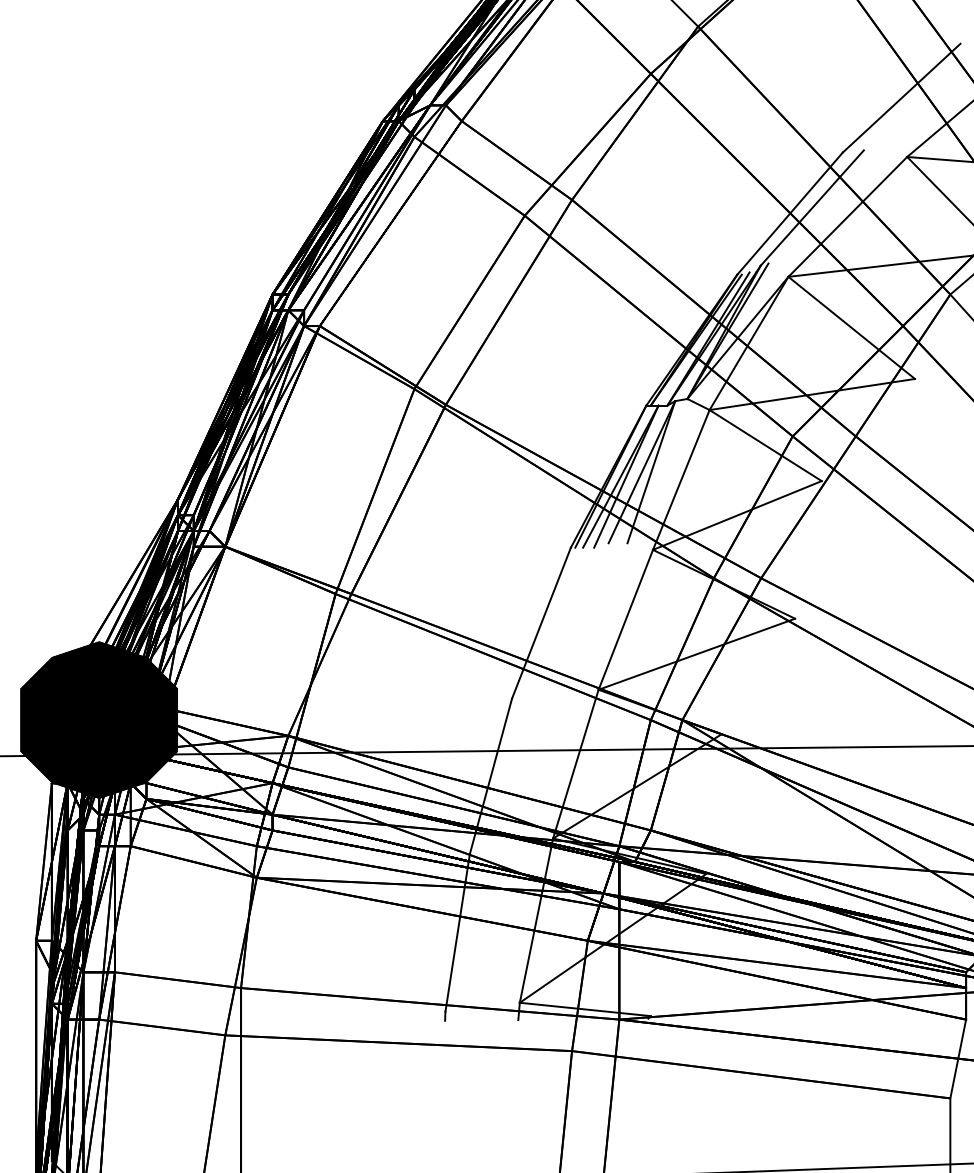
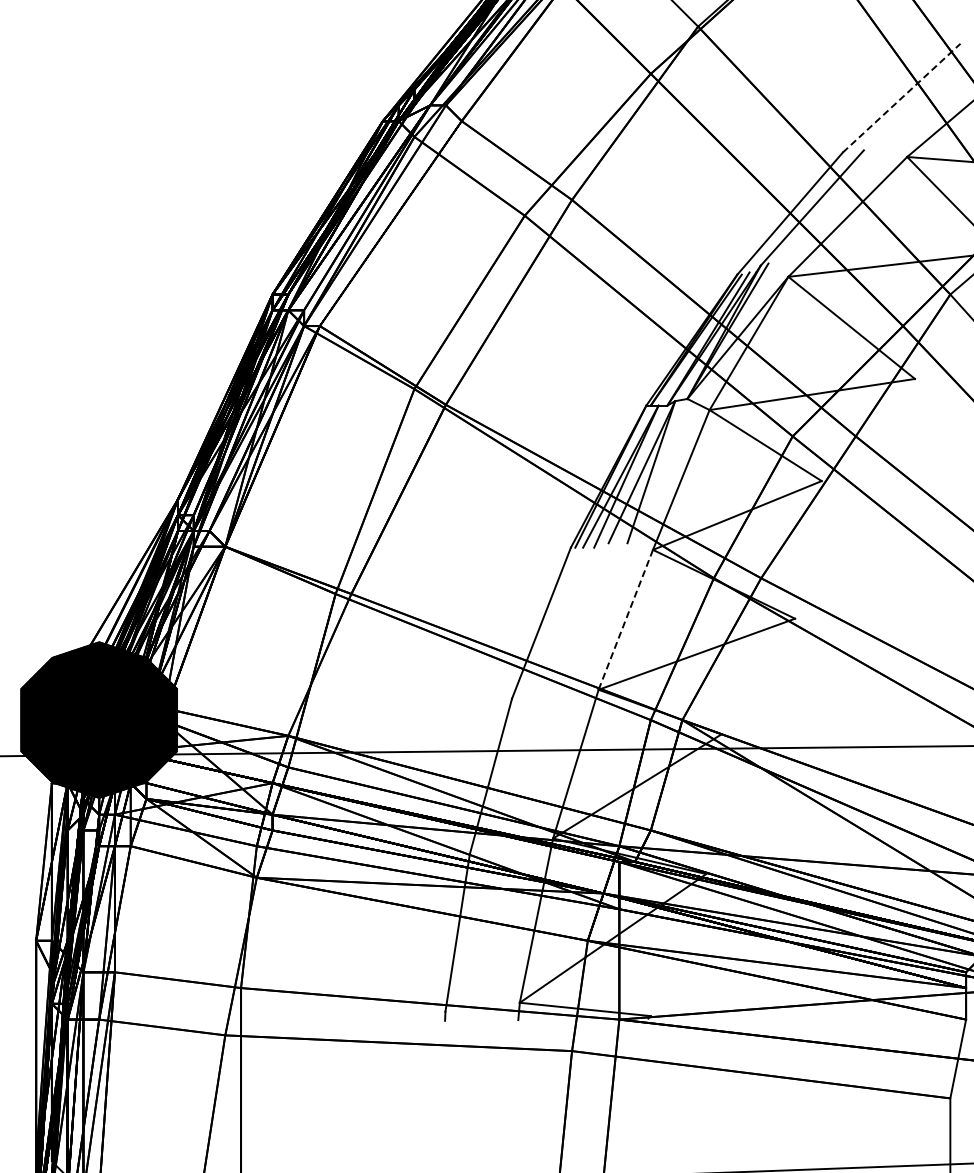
line at (902, 97): solid -> dashed
line at (625, 620): solid -> dashed
